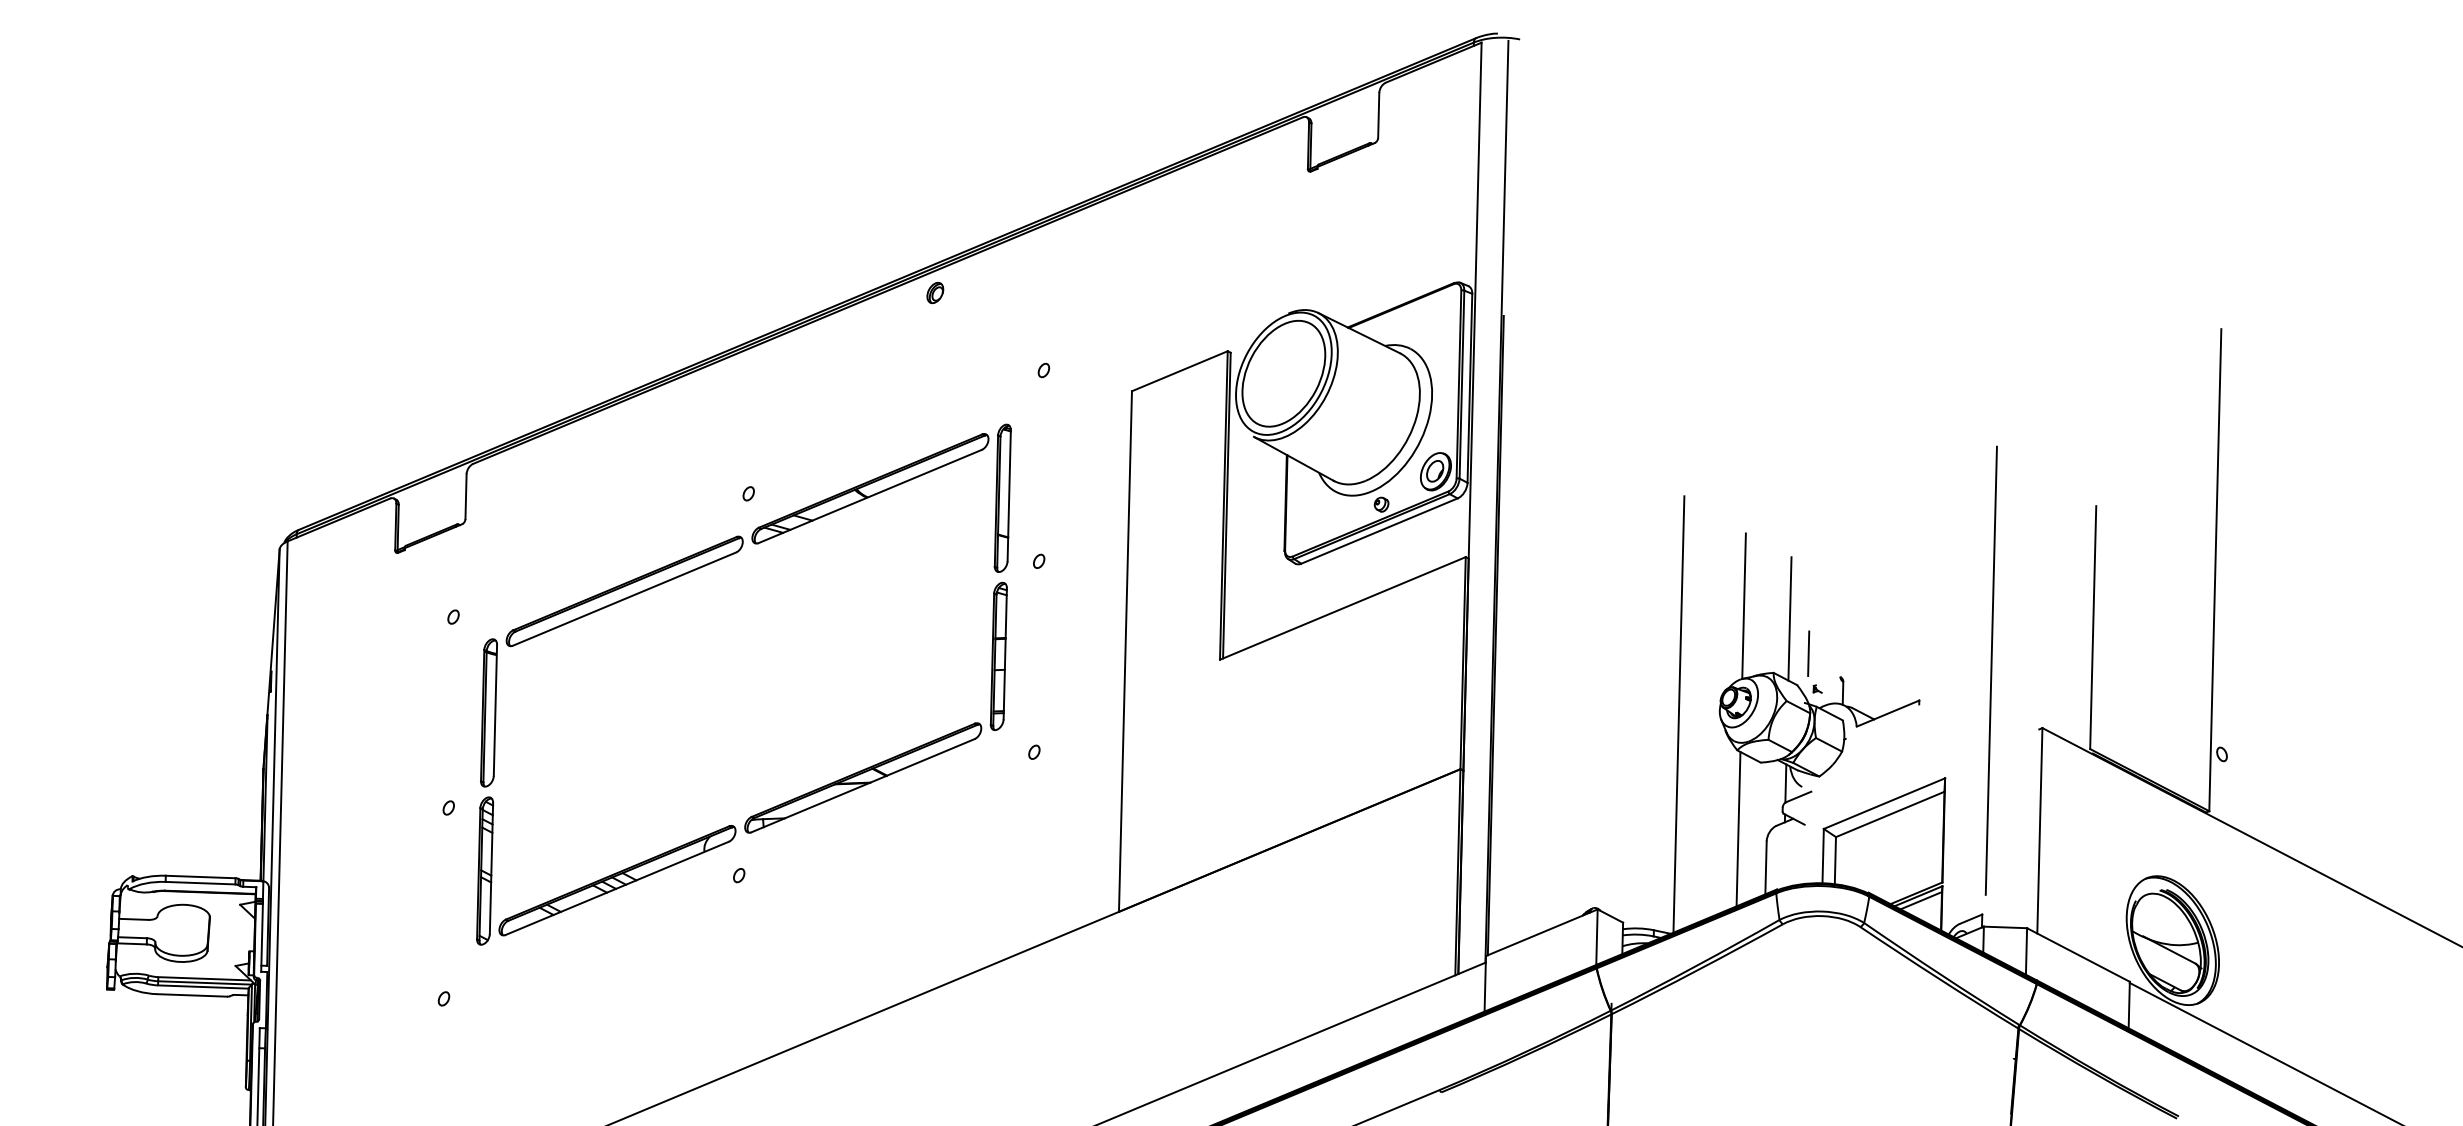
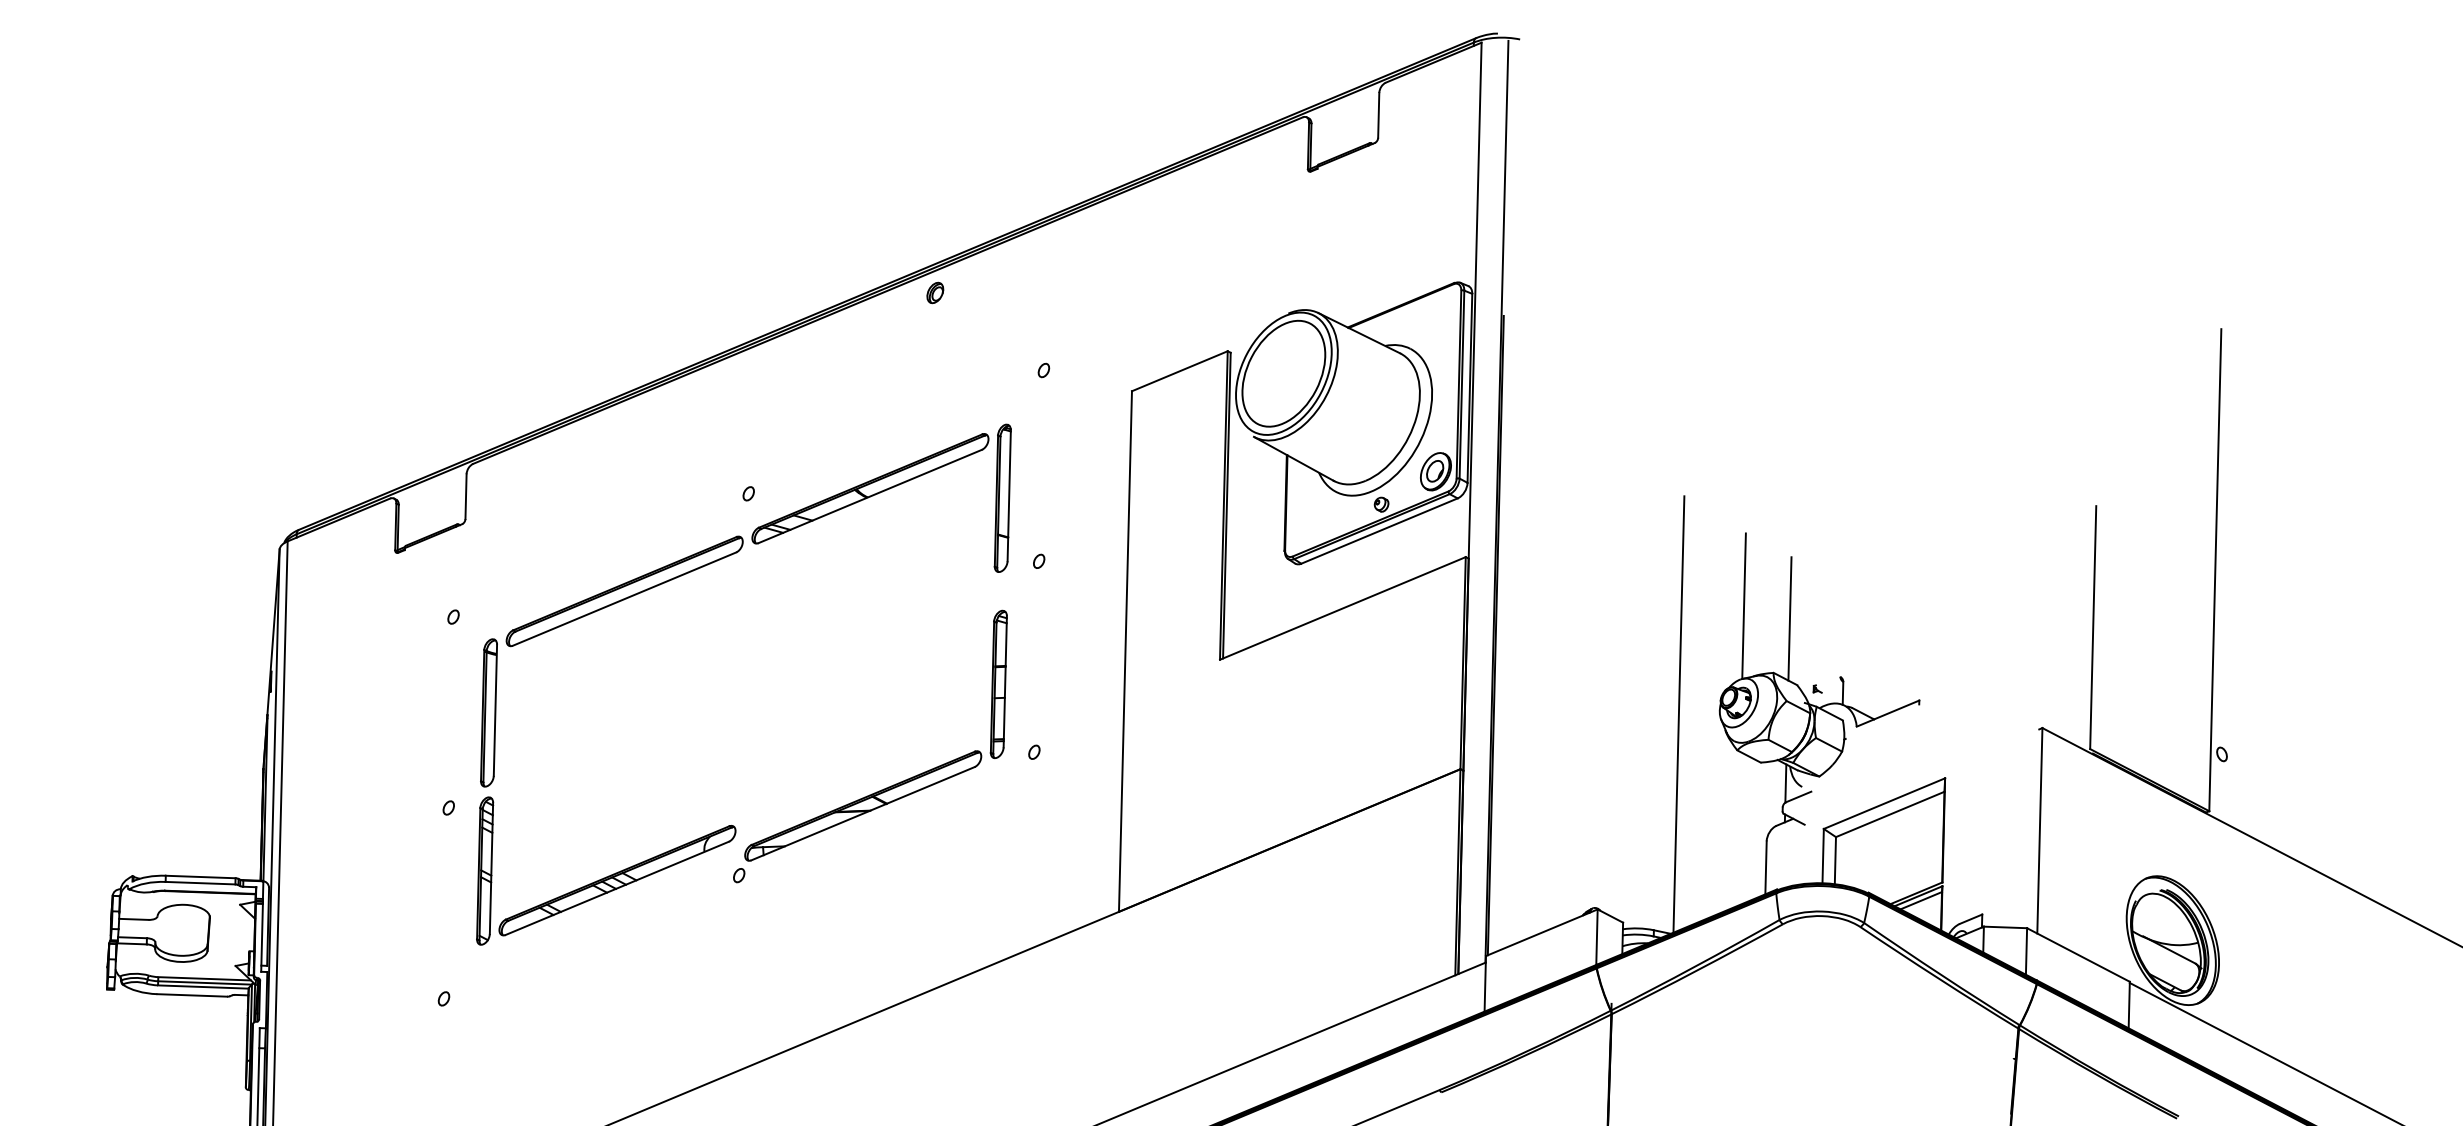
line at (1808, 653): present -> none
line at (1990, 670): present -> none
part at (895, 755) position: (895, 755) -> (895, 783)
line at (1738, 829): present -> none
